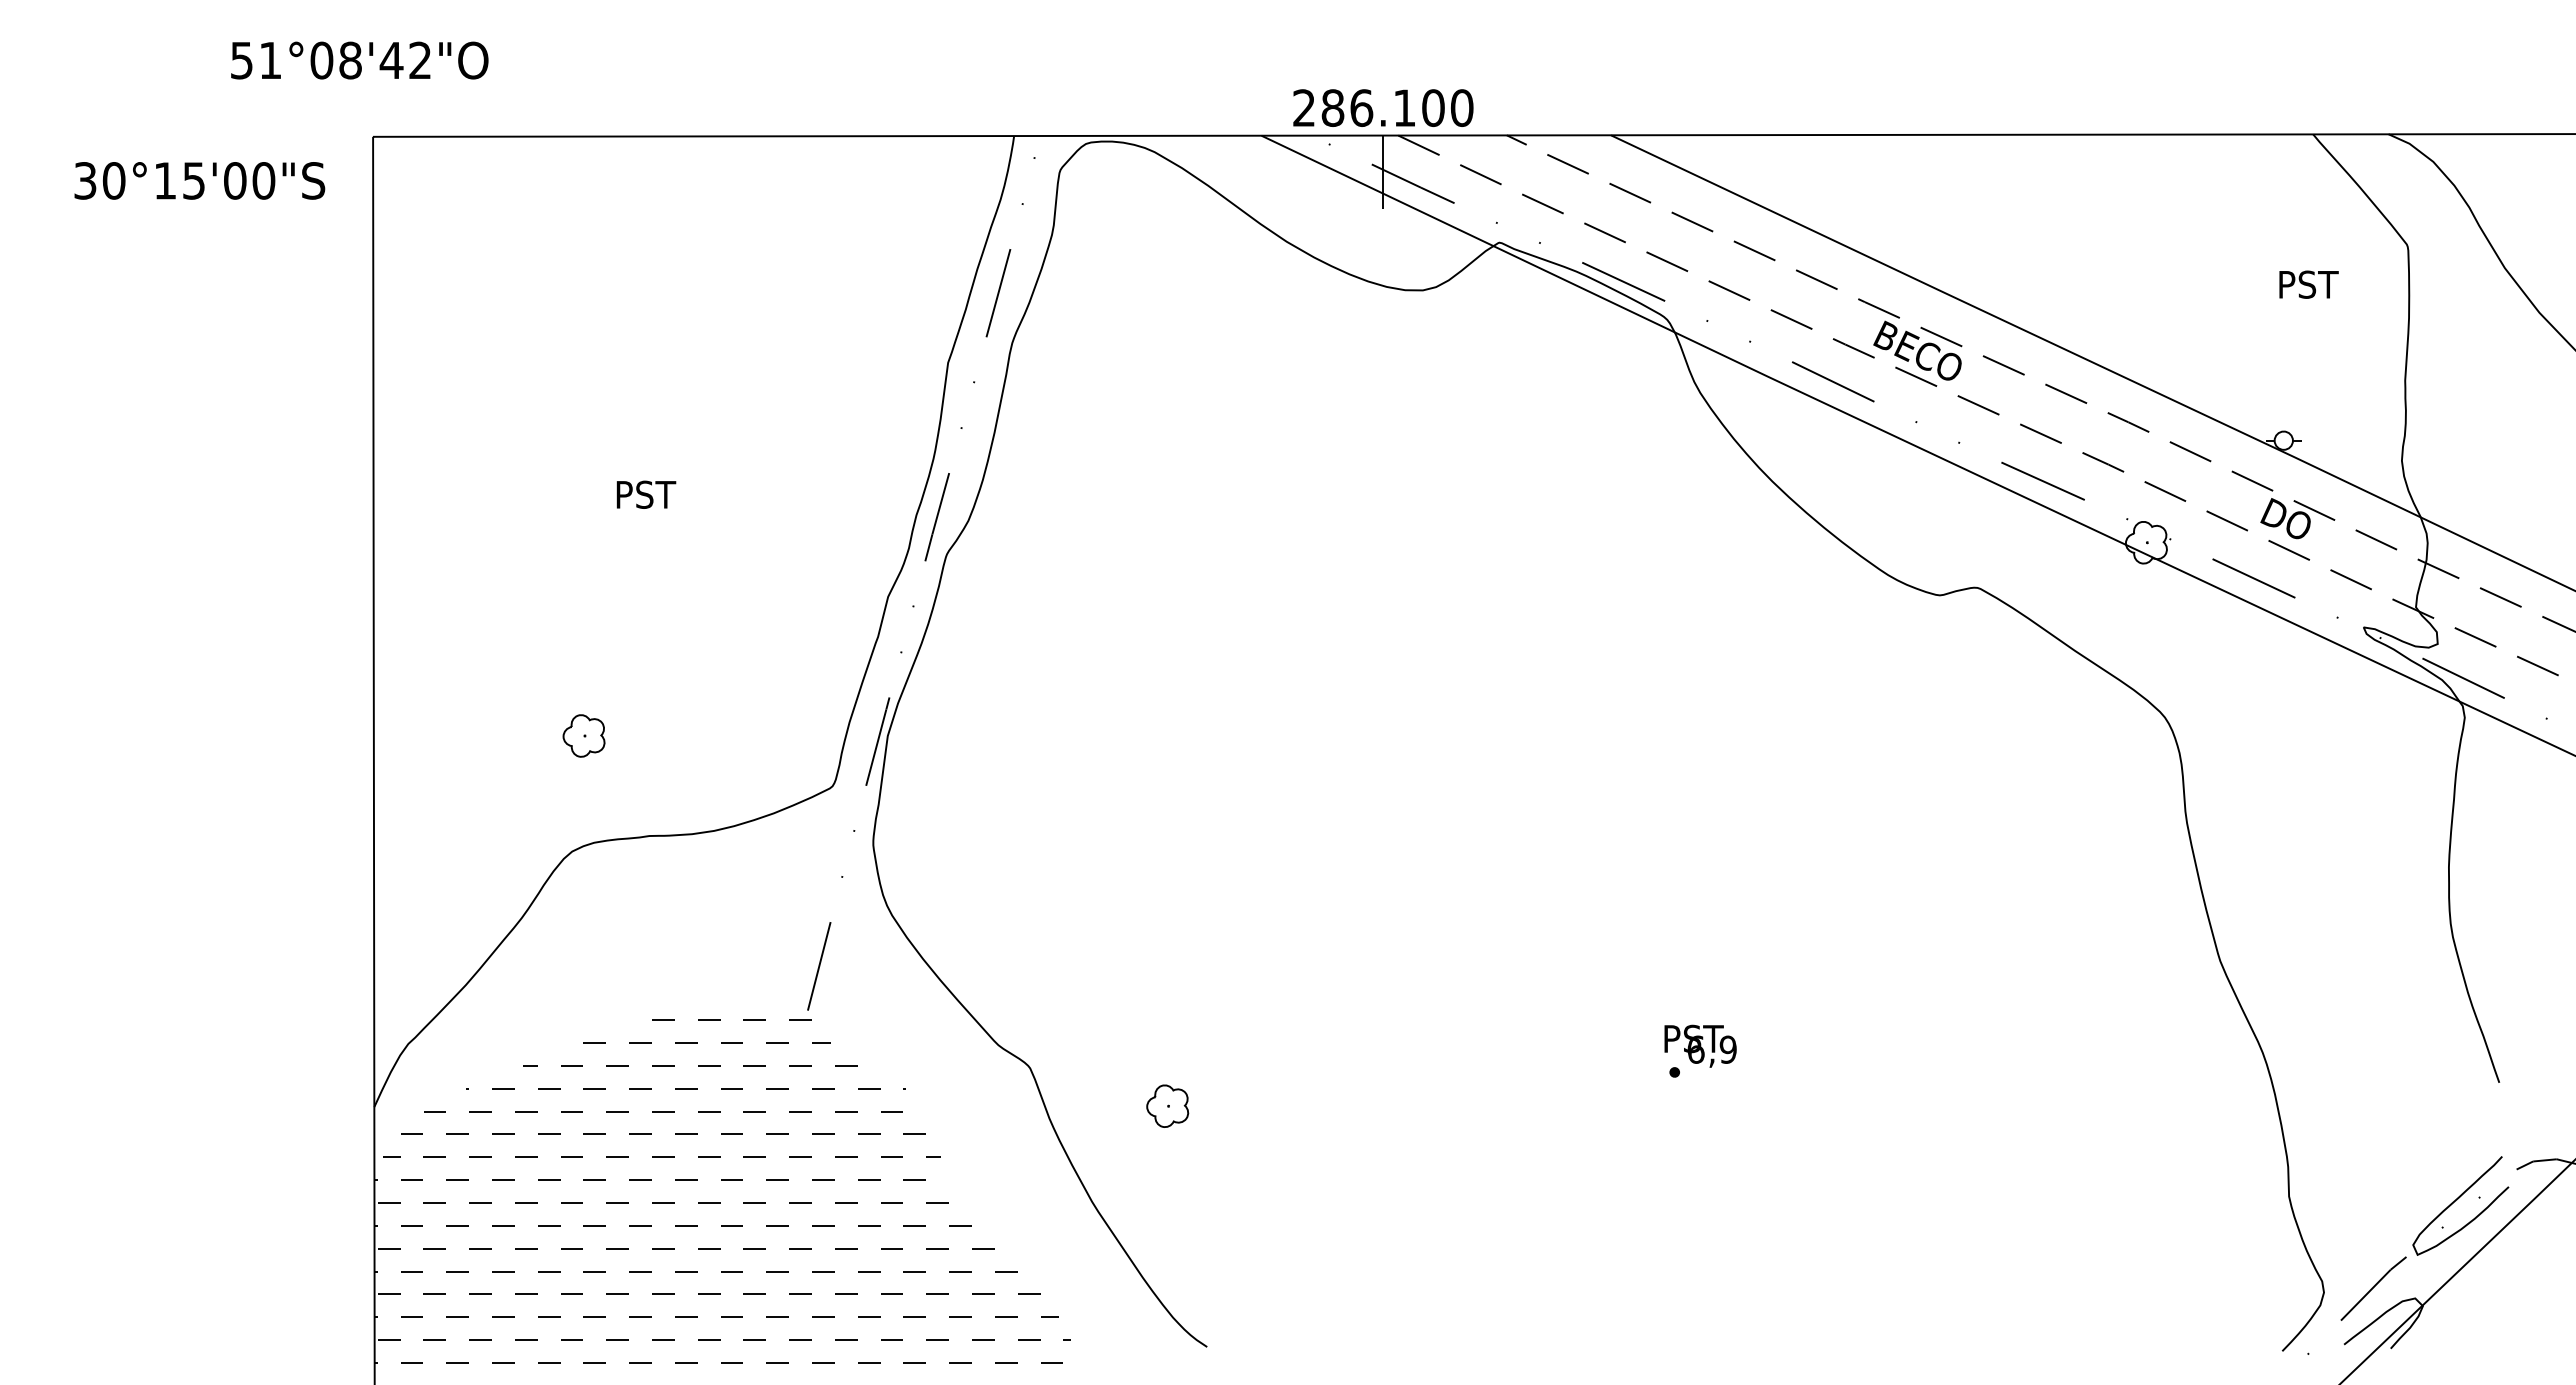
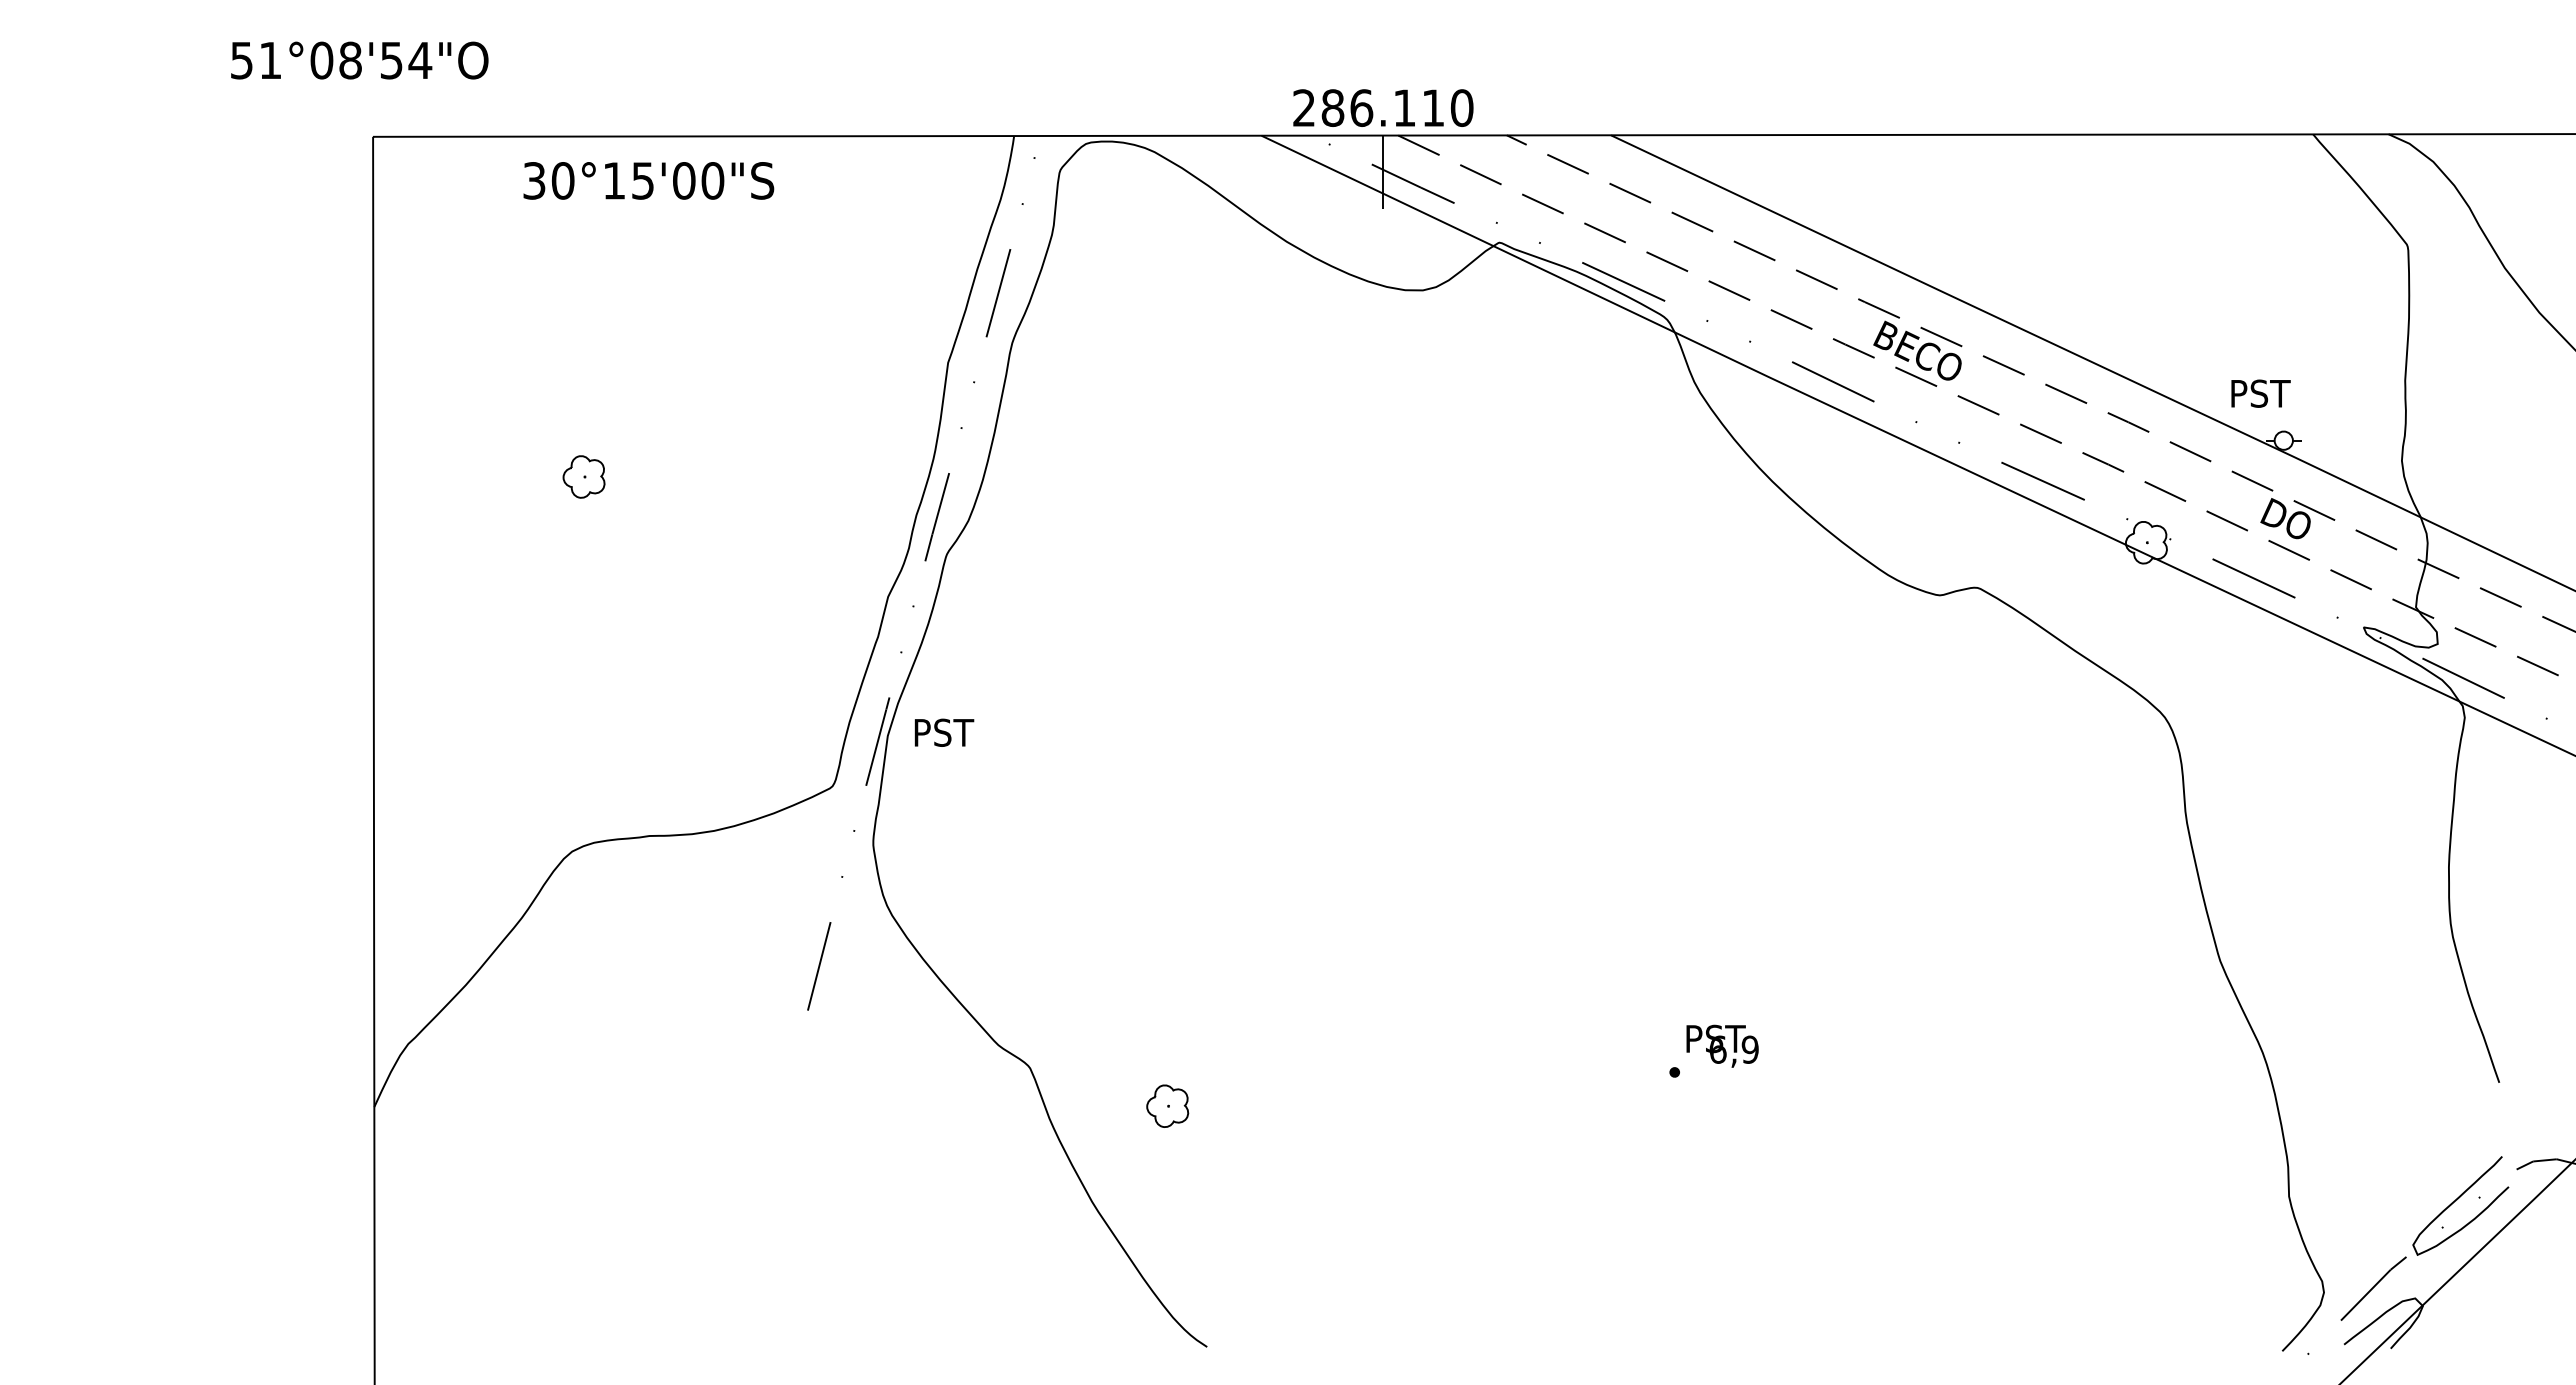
text at (405, 60): 51°08'42"O -> 51°08'54"O
text at (1433, 108): 286.100 -> 286.110
text at (199, 180) position: (199, 180) -> (648, 180)
text at (2308, 284) position: (2308, 284) -> (2260, 393)
text at (646, 494) position: (646, 494) -> (944, 732)
part at (583, 735) position: (583, 735) -> (583, 476)
text at (1700, 1045) position: (1700, 1045) -> (1722, 1045)
hatch at (722, 1191): present -> none
